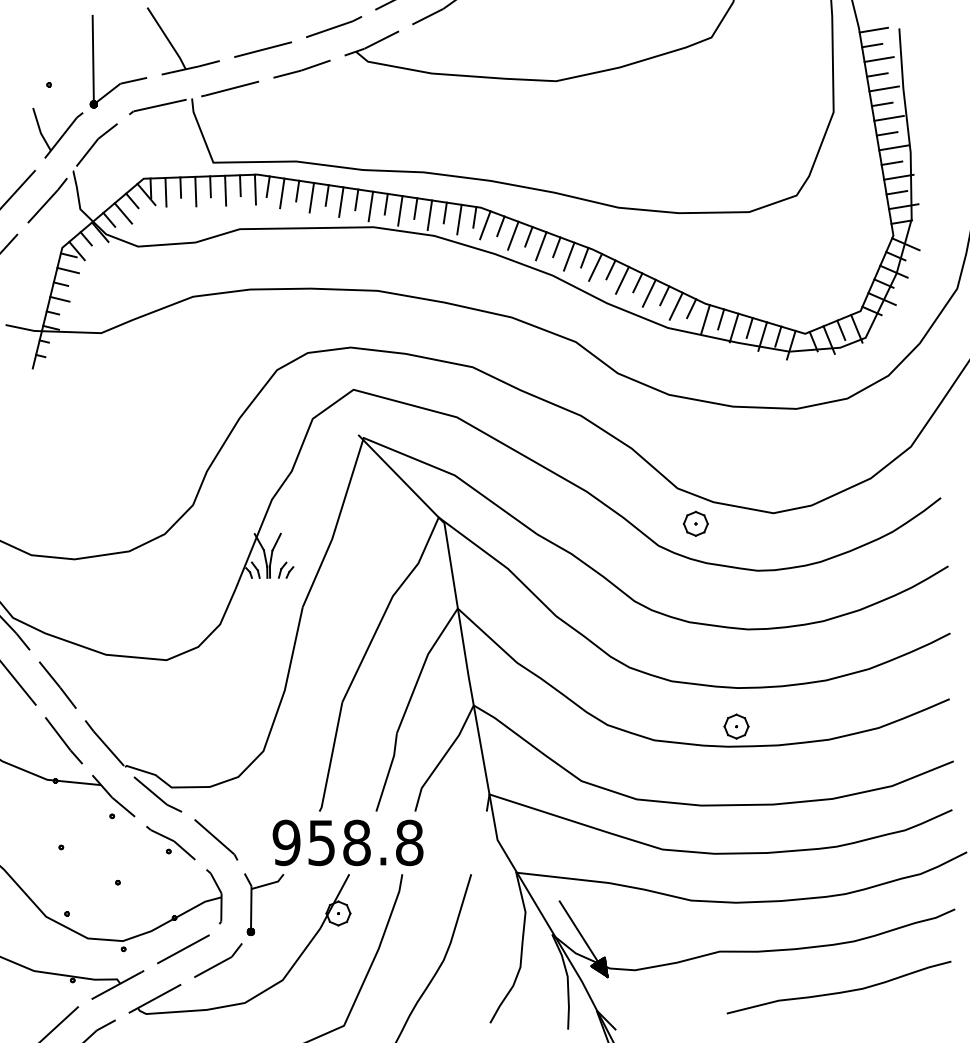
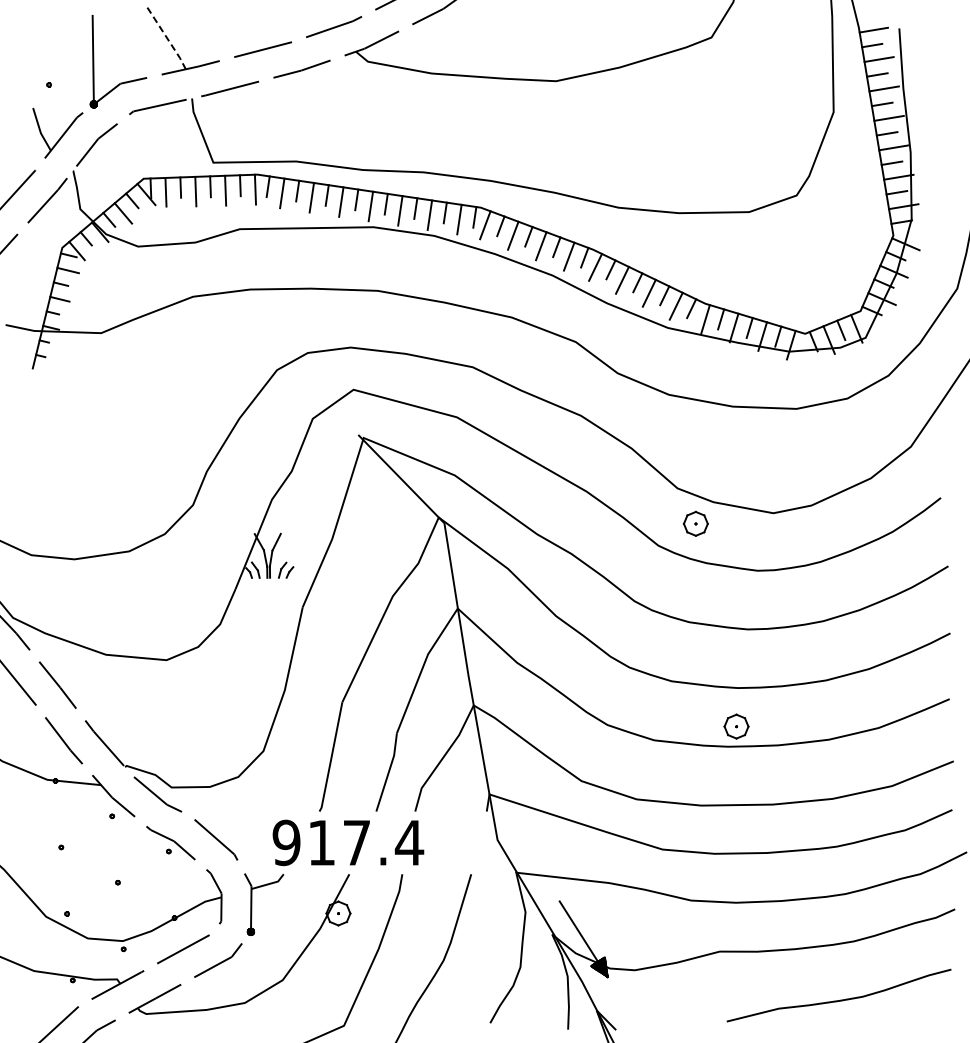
line at (167, 39): solid -> dashed
text at (366, 842): 958.8 -> 917.4
curve at (840, 991) position: (840, 991) -> (840, 999)
